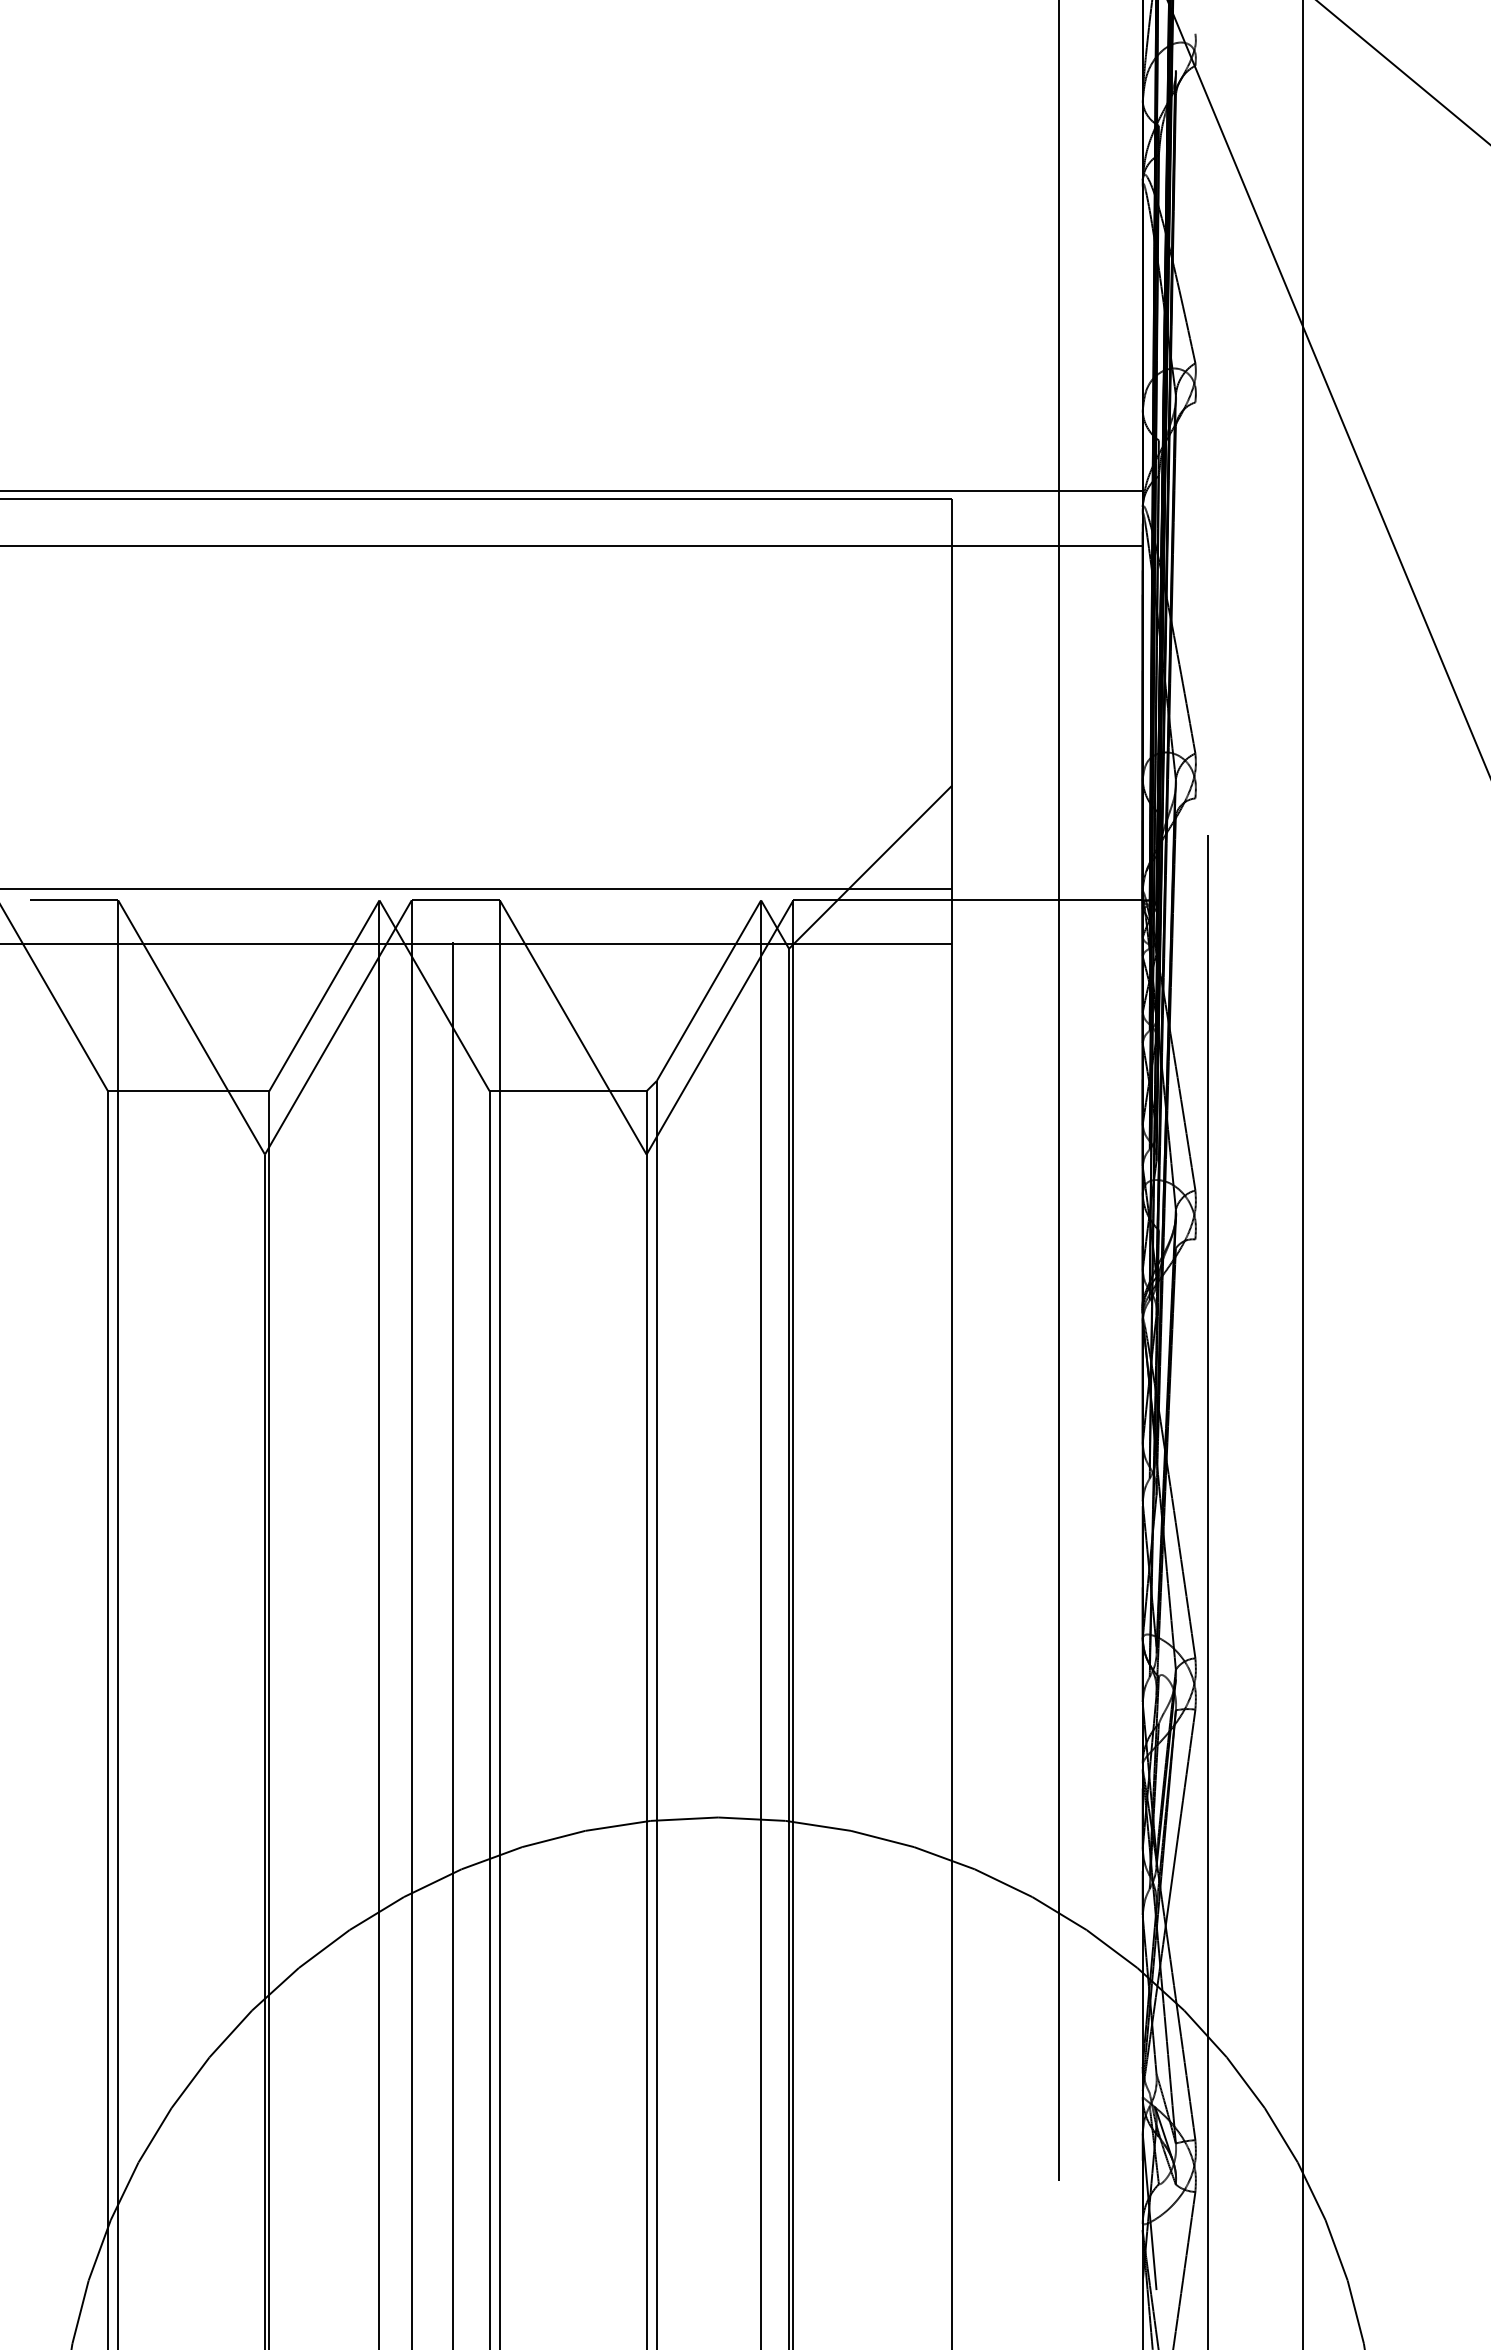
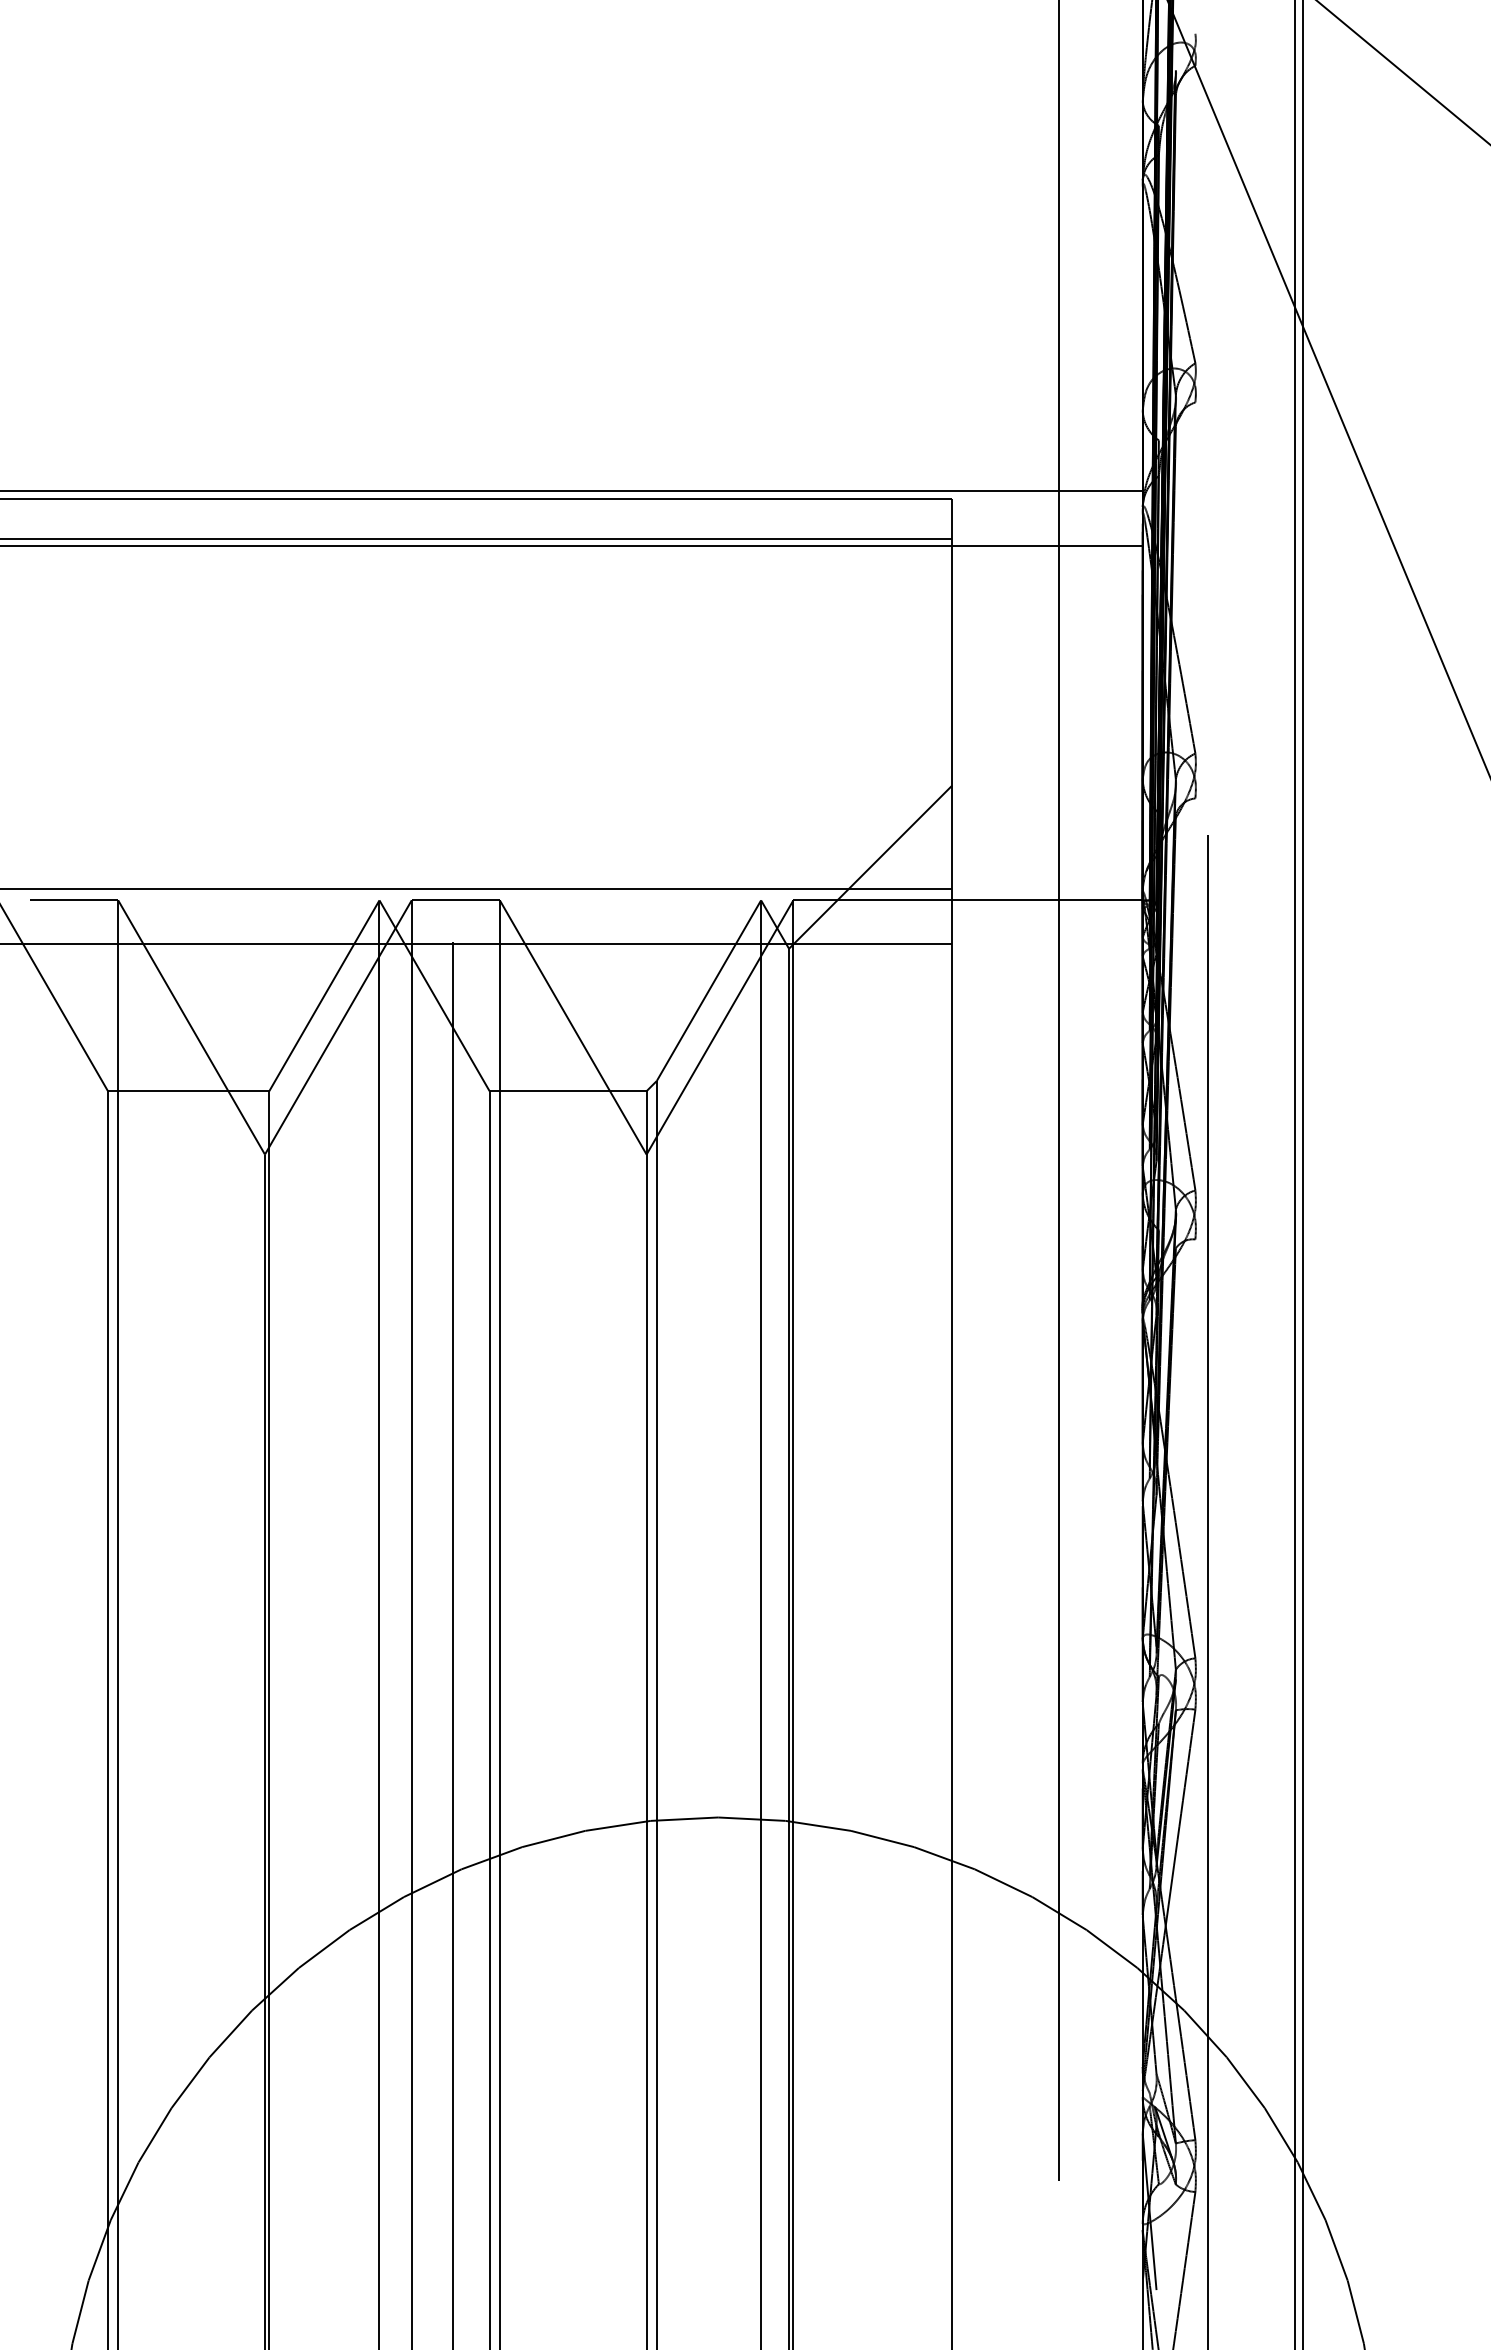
line at (476, 539): none -> present
line at (1295, 1174): none -> present
